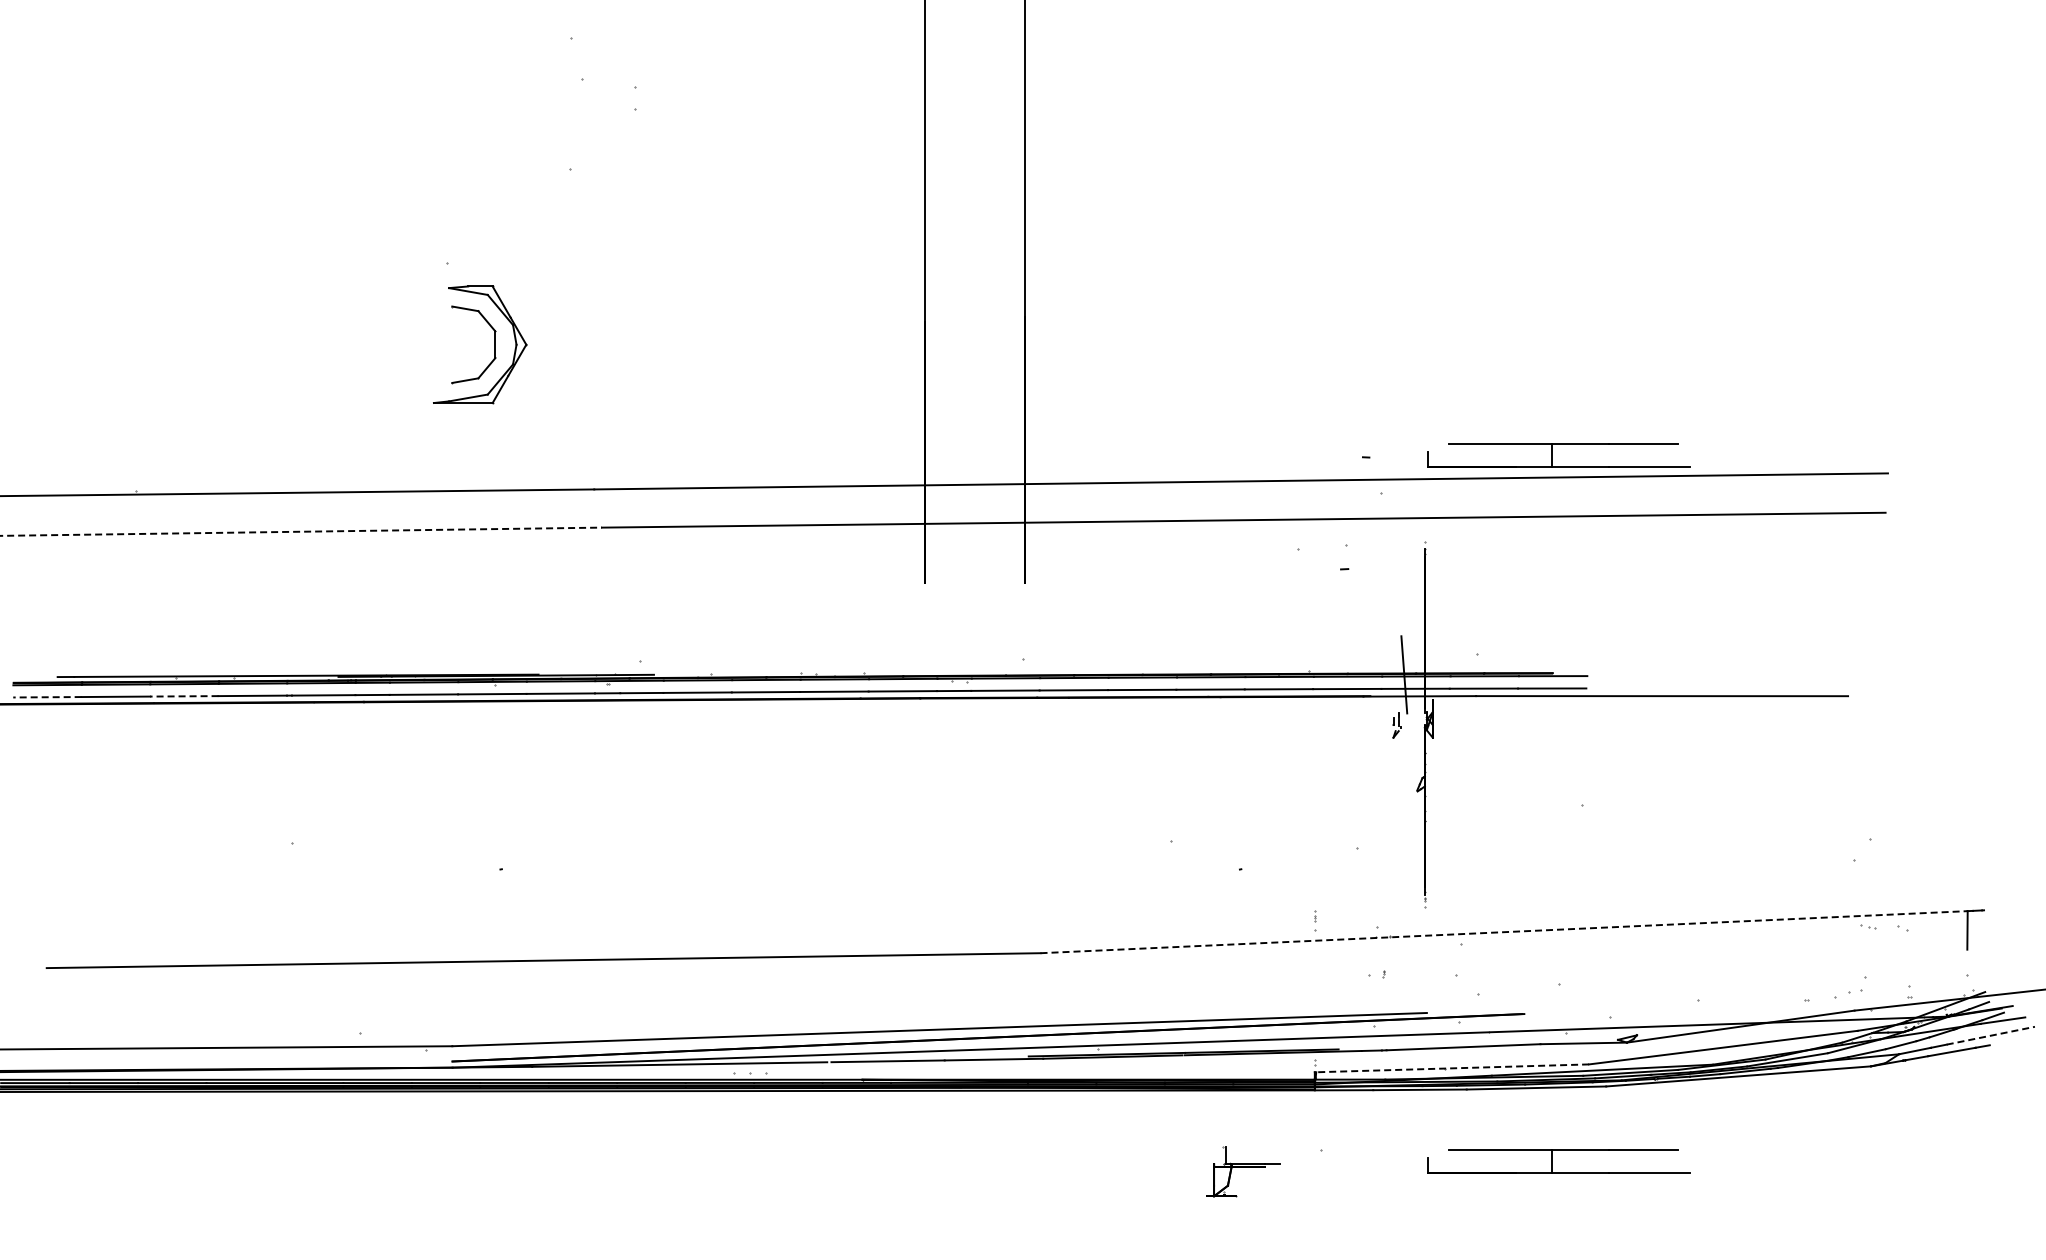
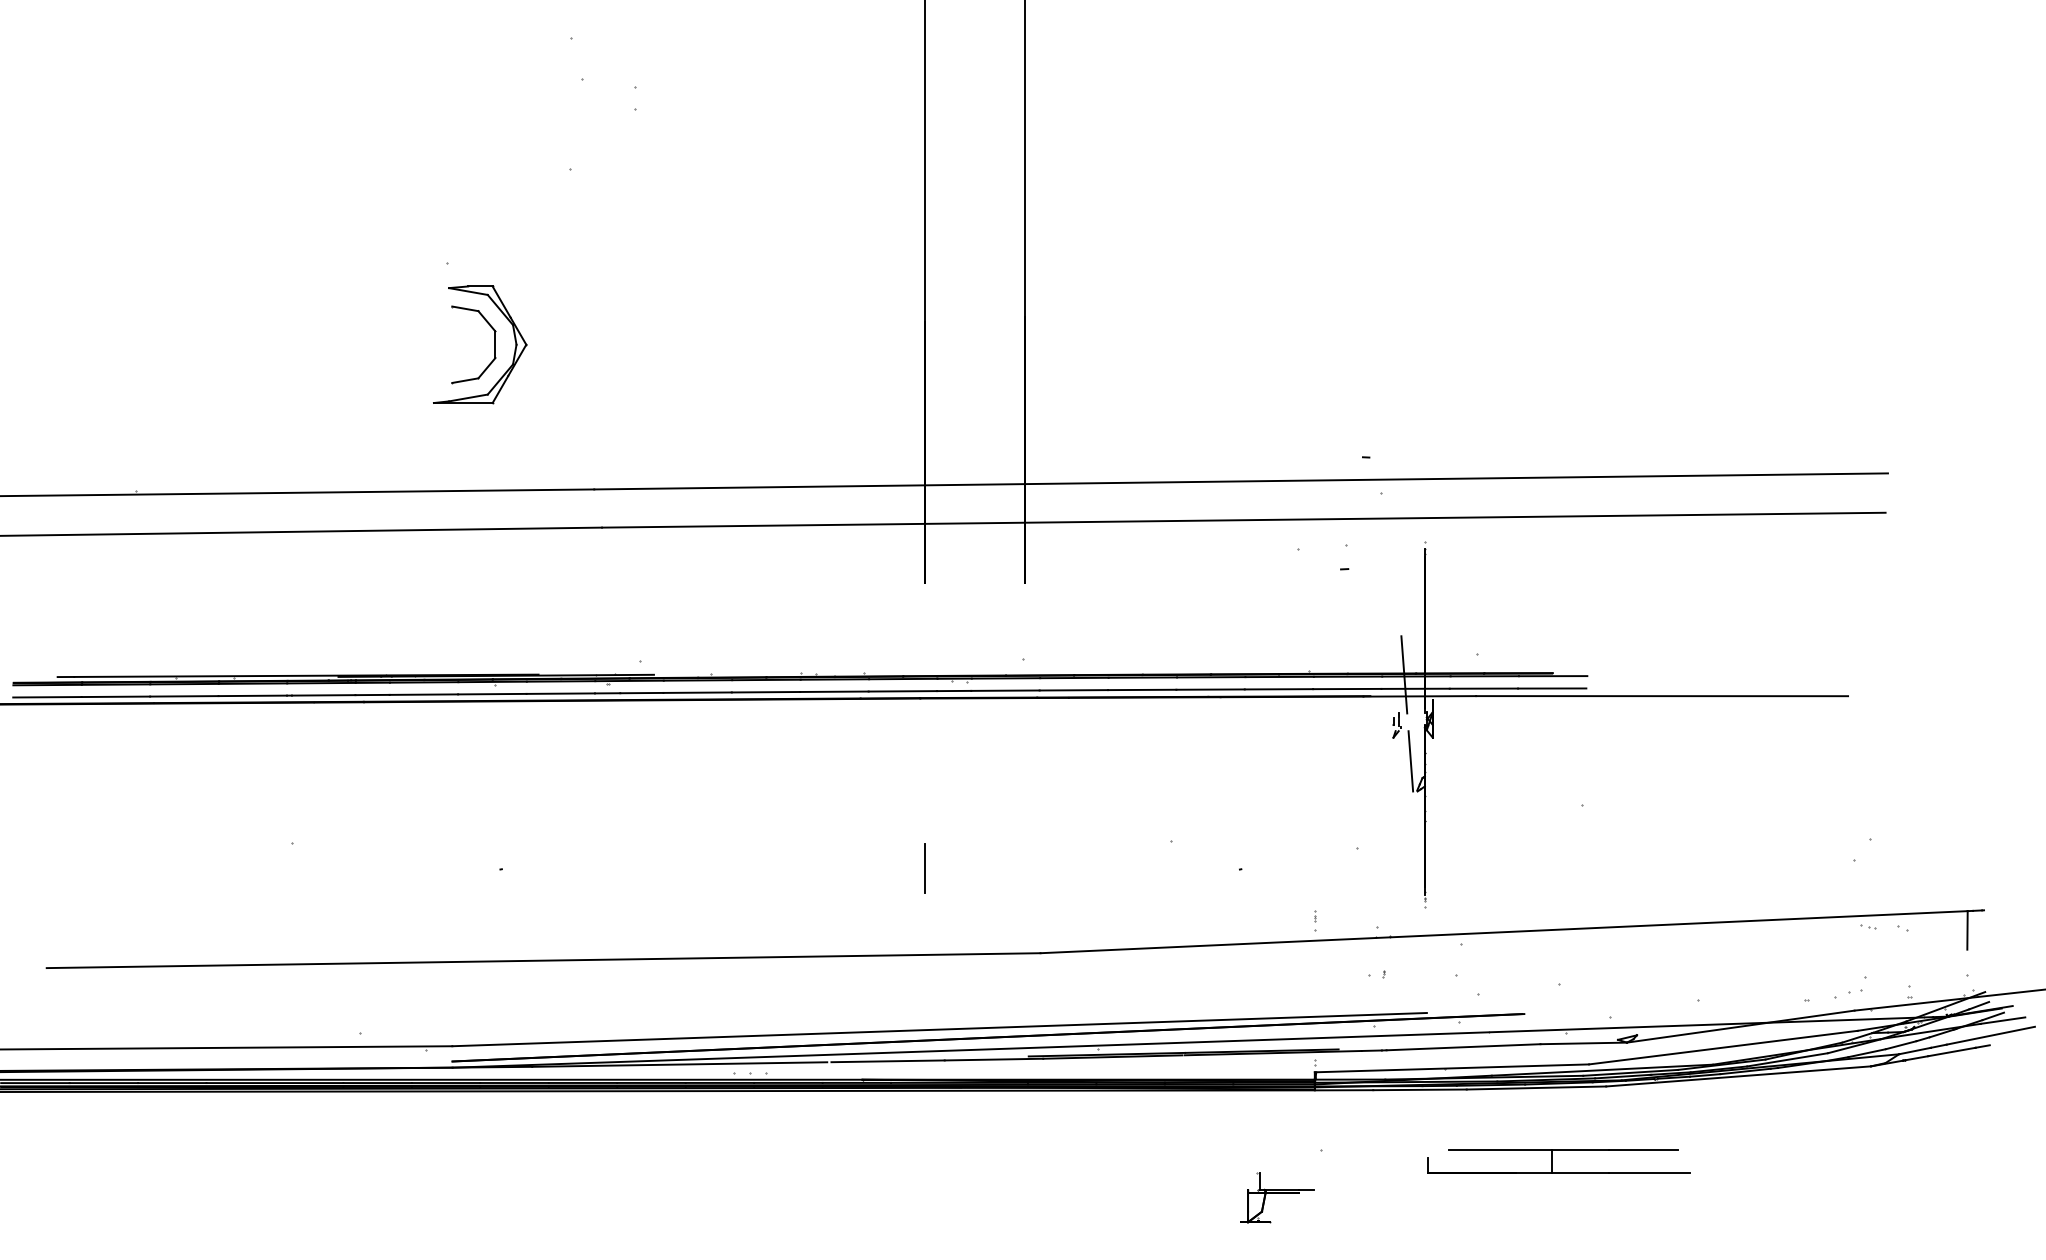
part at (1558, 455): present -> none
line at (301, 531): dashed -> solid
line at (183, 696): dashed -> solid
line at (46, 697): dashed -> solid
line at (1410, 761): none -> present
line at (924, 867): none -> present
line at (1504, 932): dashed -> solid
line at (1991, 1035): dashed -> solid
line at (1452, 1068): dashed -> solid
part at (1243, 1171) position: (1243, 1171) -> (1277, 1197)
